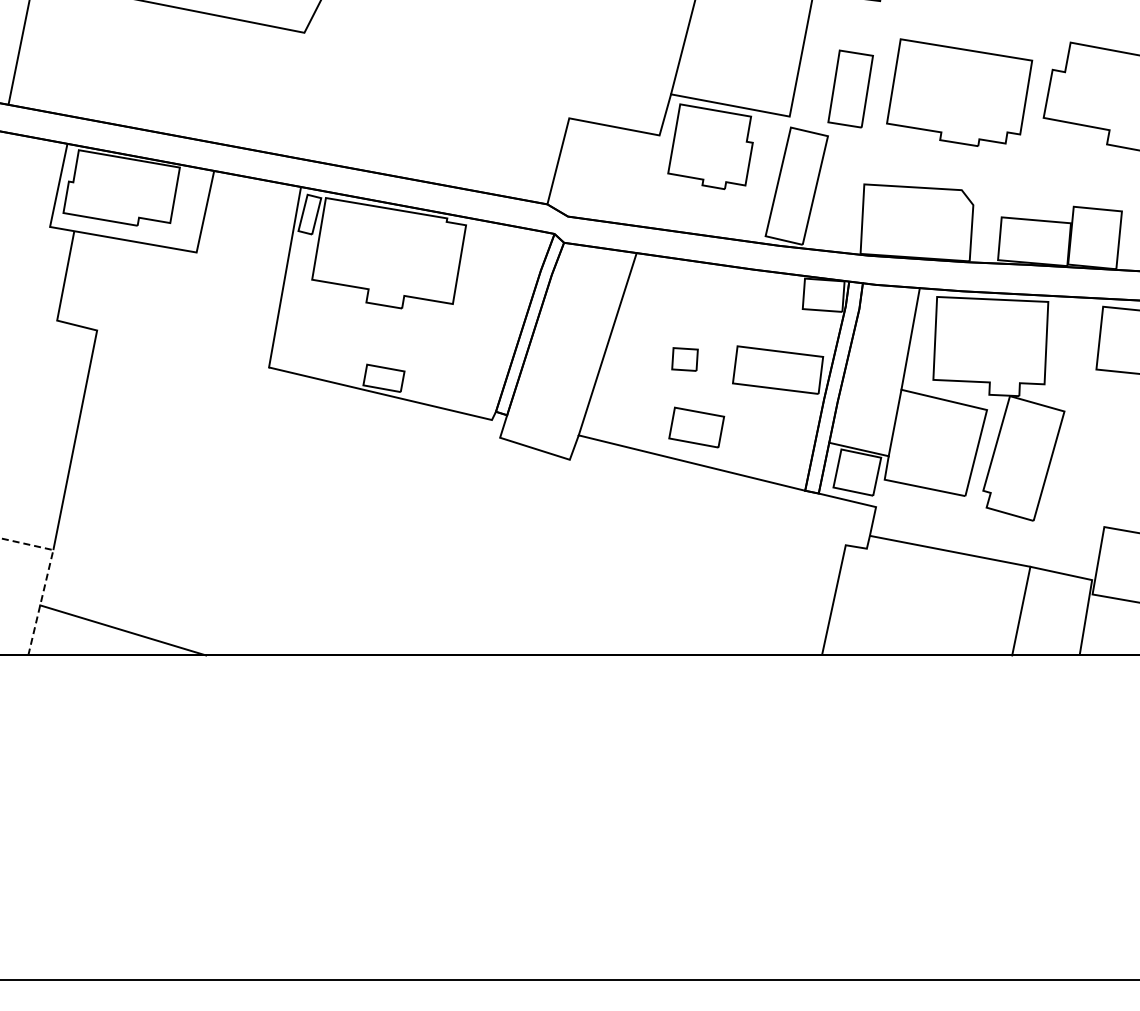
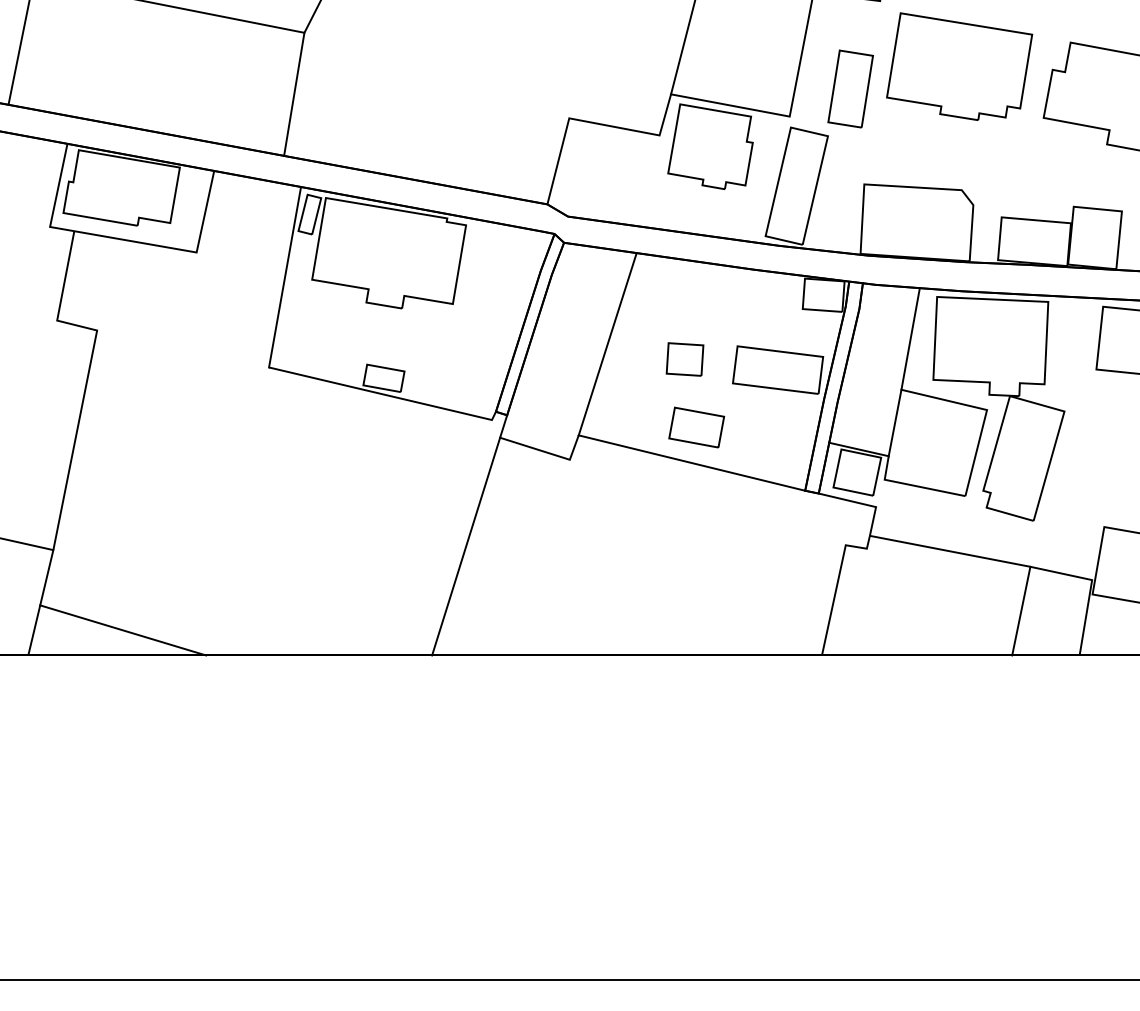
part at (959, 92) position: (959, 92) -> (959, 66)
line at (294, 93): none -> present
part at (684, 359) size: 28x25 px -> 40x35 px
line at (466, 546): none -> present
line at (47, 576): dashed -> solid
